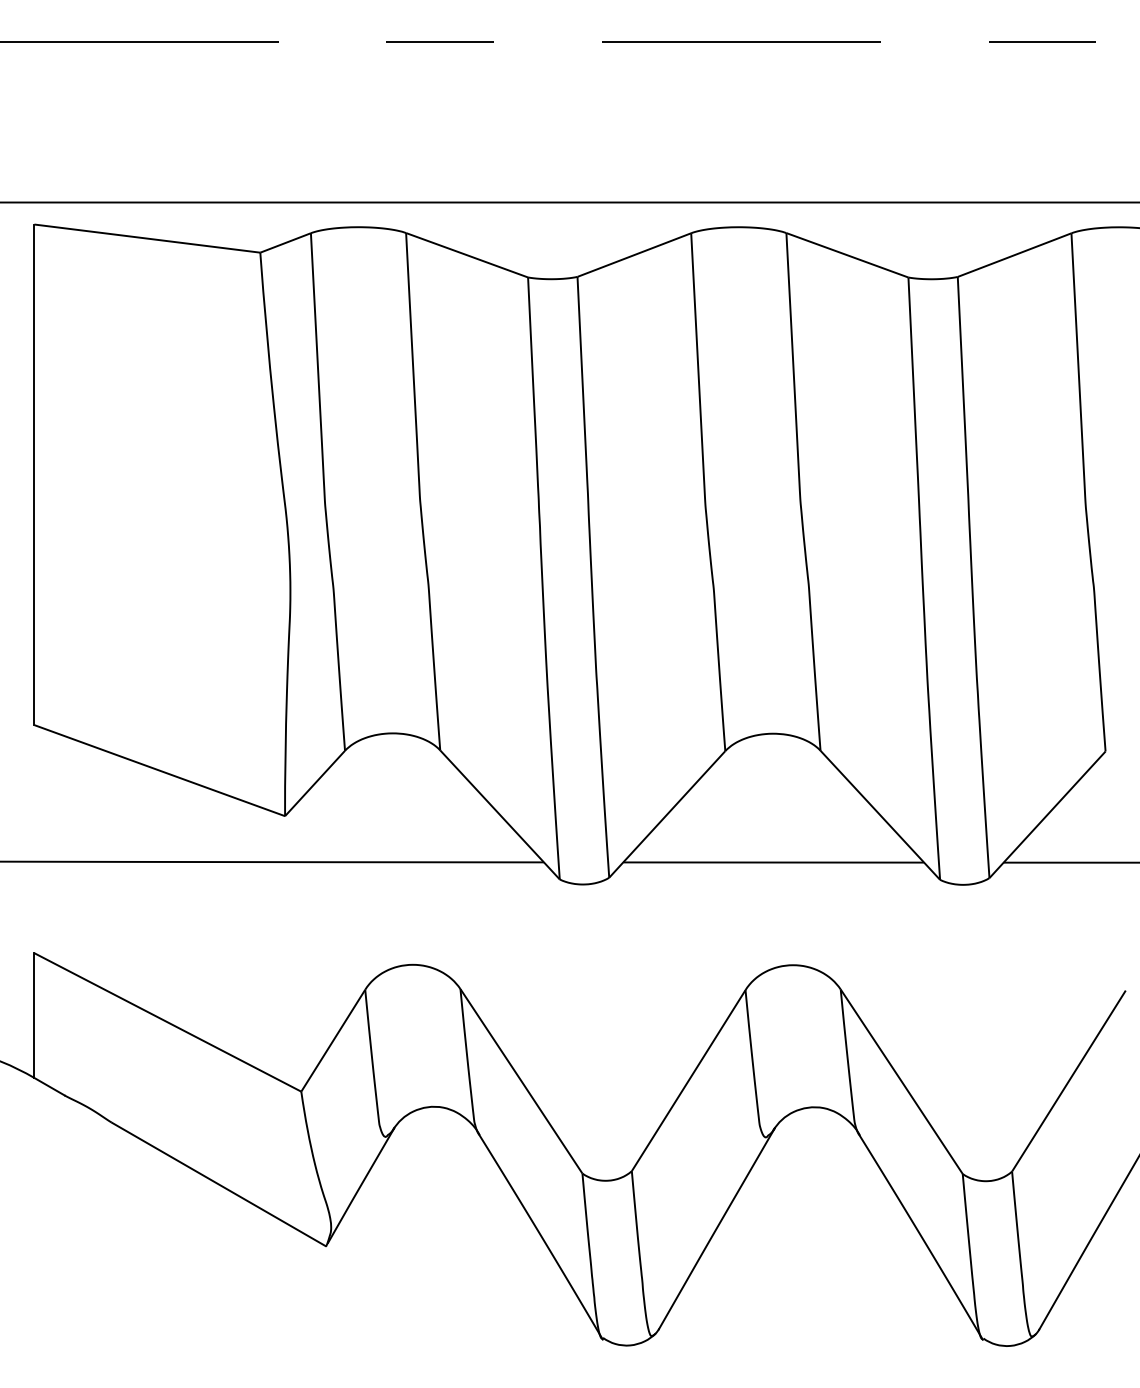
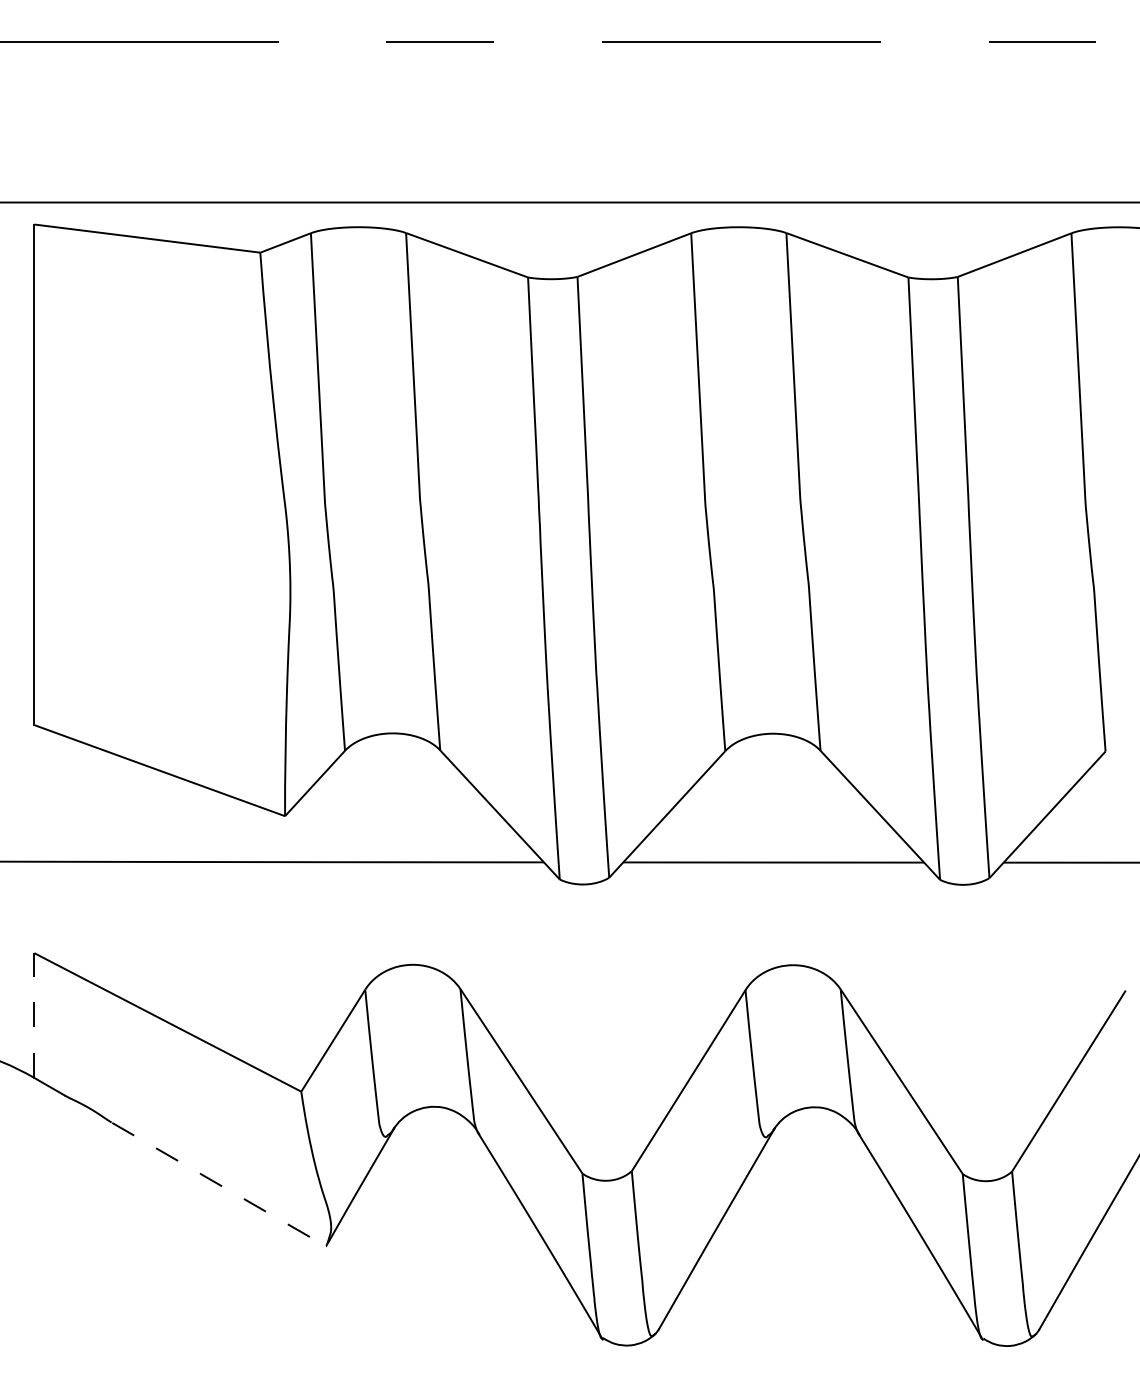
line at (34, 1015): solid -> dashed
line at (219, 1184): solid -> dashed
